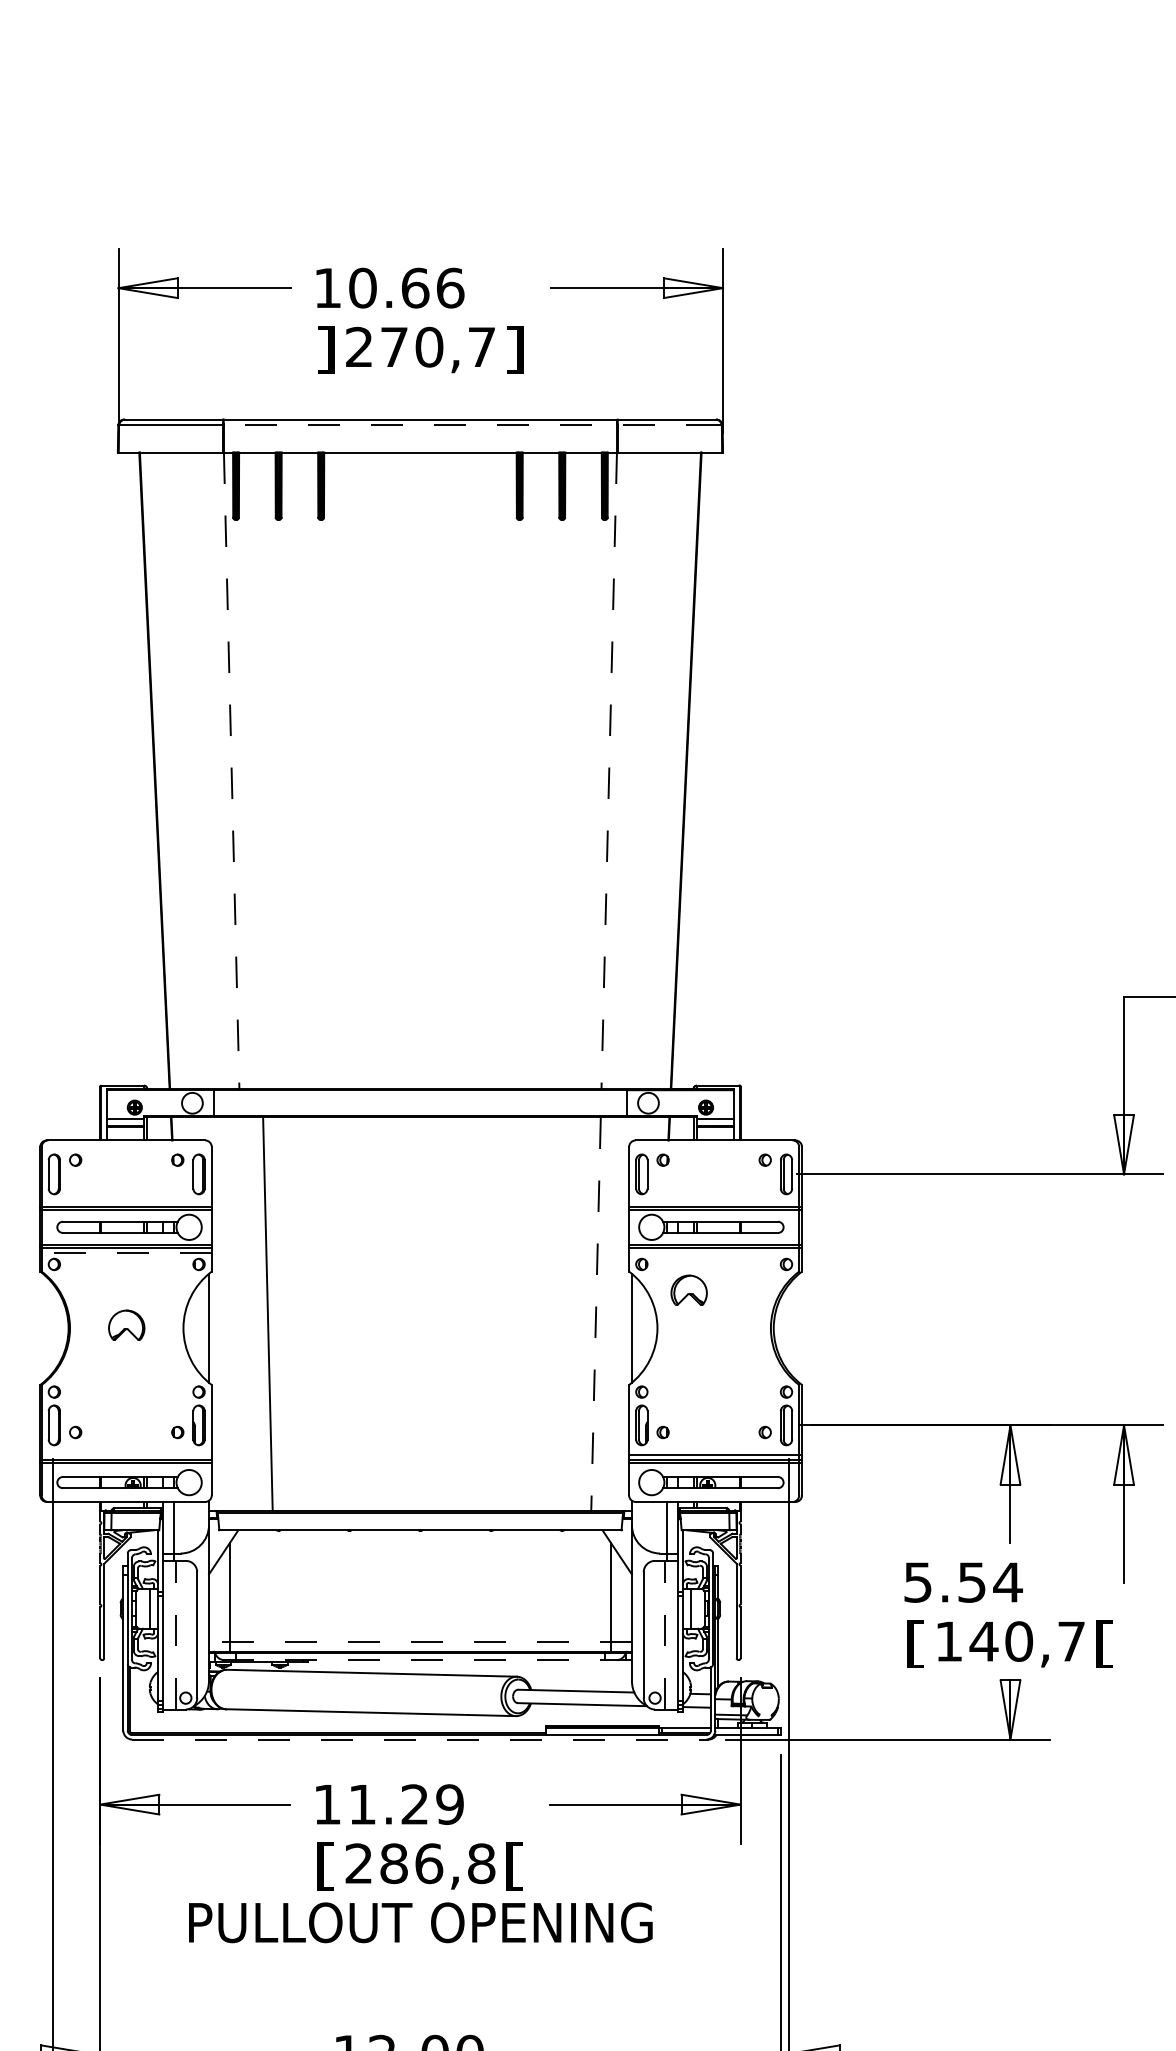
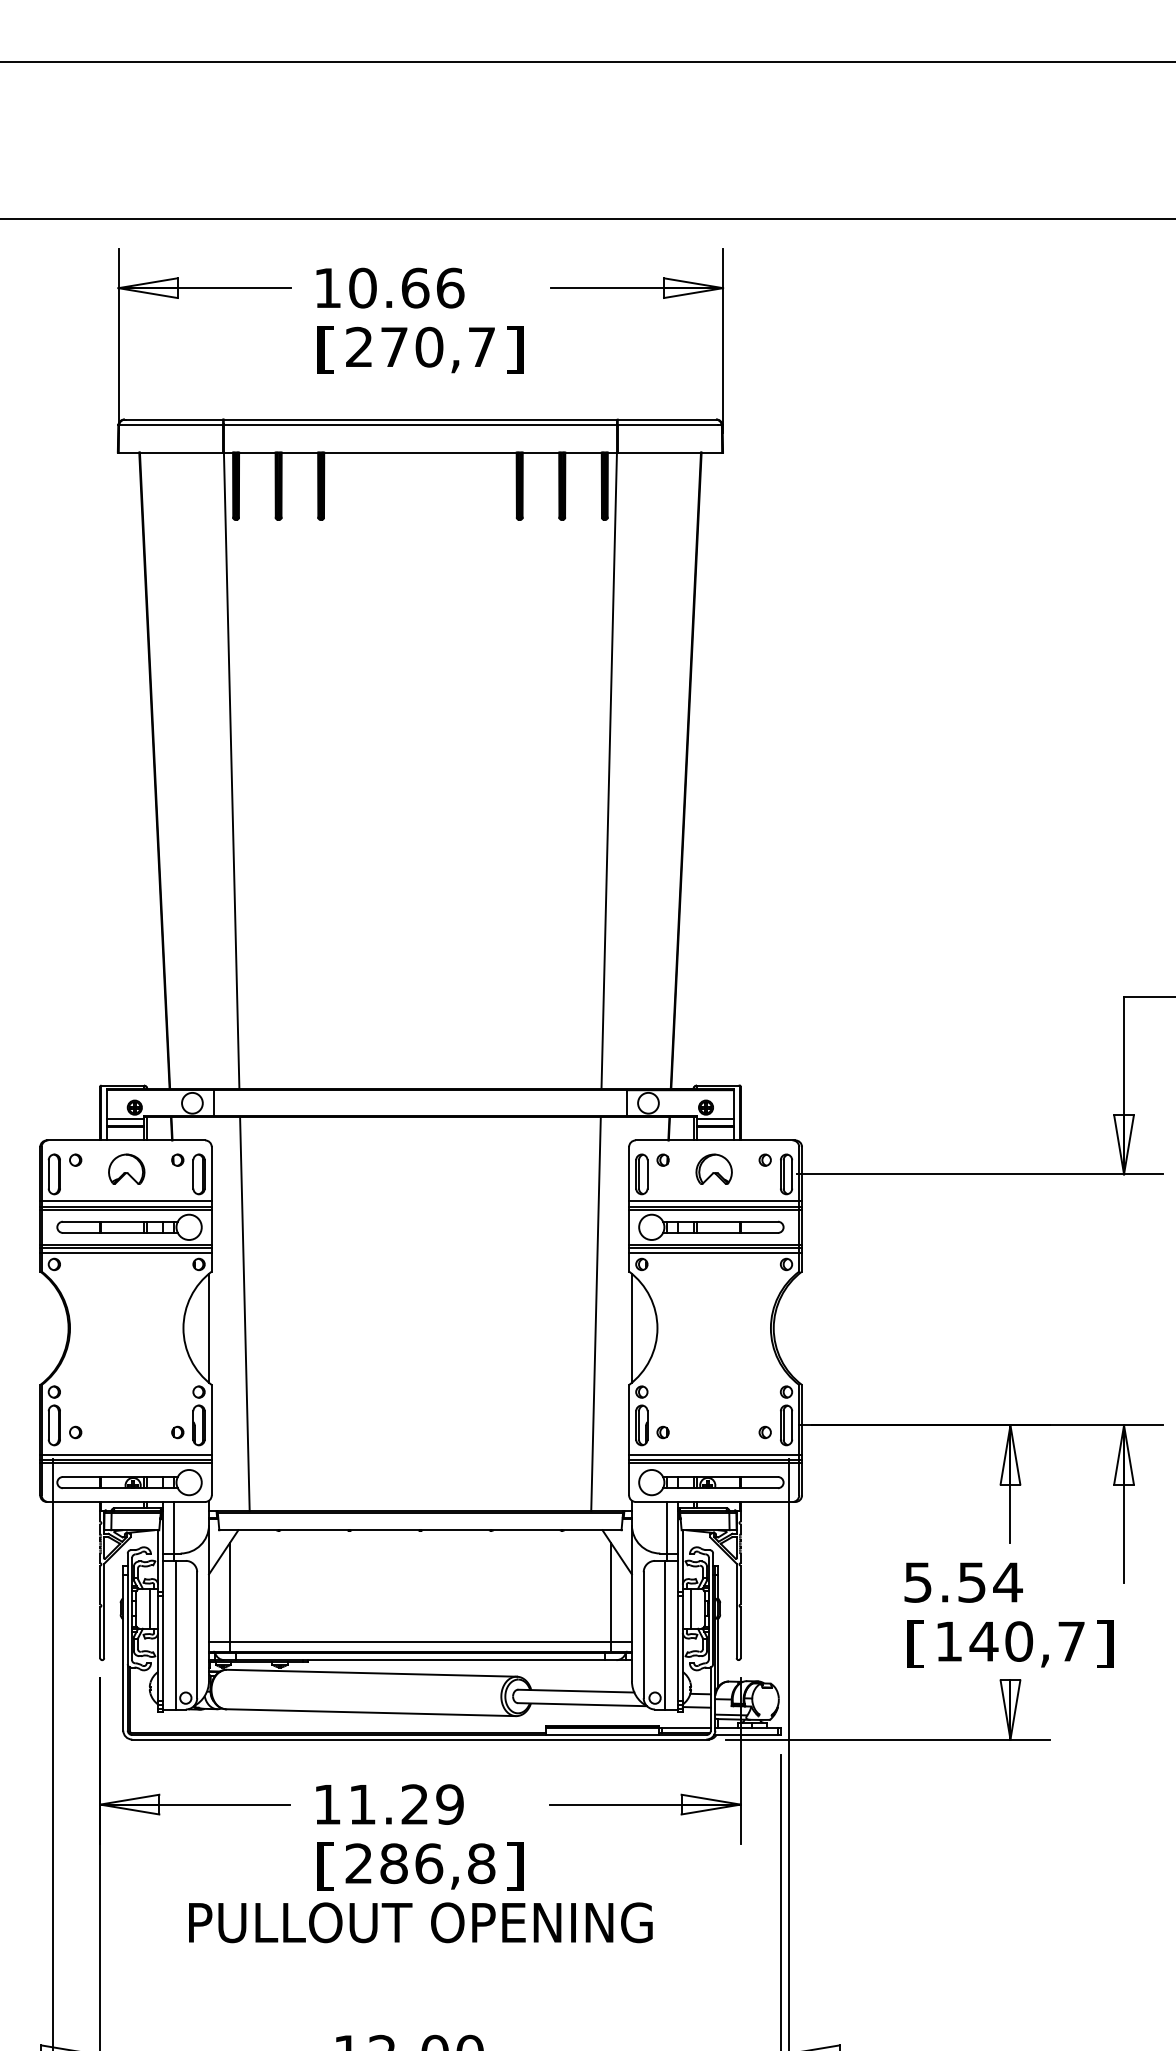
line at (587, 61): none -> present
line at (587, 219): none -> present
text at (325, 349): ] -> [
line at (470, 425): dashed -> solid
line at (231, 771): dashed -> solid
line at (609, 771): dashed -> solid
line at (125, 1201): none -> present
line at (715, 1201): none -> present
line at (126, 1253): dashed -> solid
line at (715, 1253): none -> present
part at (688, 1289) position: (688, 1289) -> (713, 1168)
line at (267, 1313) position: (267, 1313) -> (244, 1314)
line at (596, 1314): dashed -> solid
part at (126, 1324) position: (126, 1324) -> (126, 1168)
line at (125, 1454): none -> present
line at (175, 1634): dashed -> solid
line at (664, 1634): dashed -> solid
line at (419, 1642): dashed -> solid
text at (1104, 1643): [ -> ]
line at (419, 1660): dashed -> solid
line at (420, 1739): dashed -> solid
text at (514, 1866): [ -> ]
